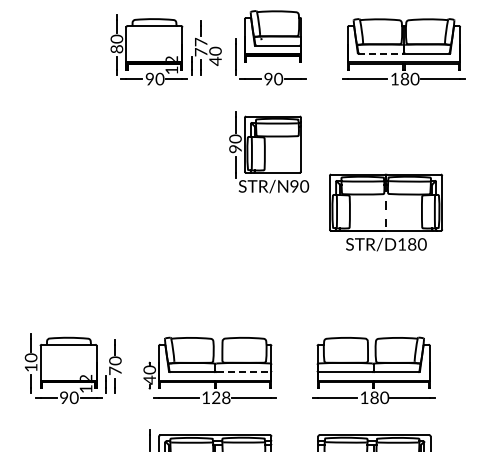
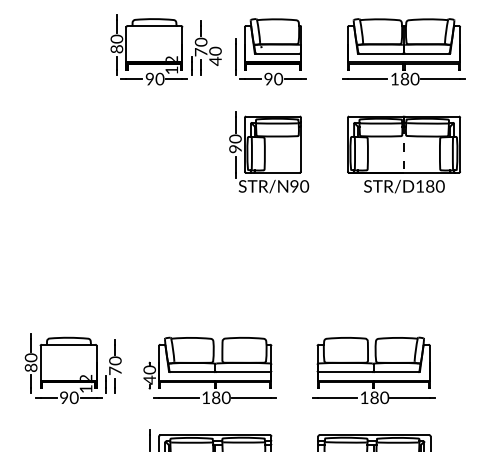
part at (272, 36) position: (272, 36) -> (272, 44)
text at (200, 41): 77 -> 70
line at (381, 53): dashed -> solid
part at (385, 212) position: (385, 212) -> (403, 154)
text at (30, 367): 10 -> 80
line at (244, 372): dashed -> solid
text at (221, 398): 128 -> 180
